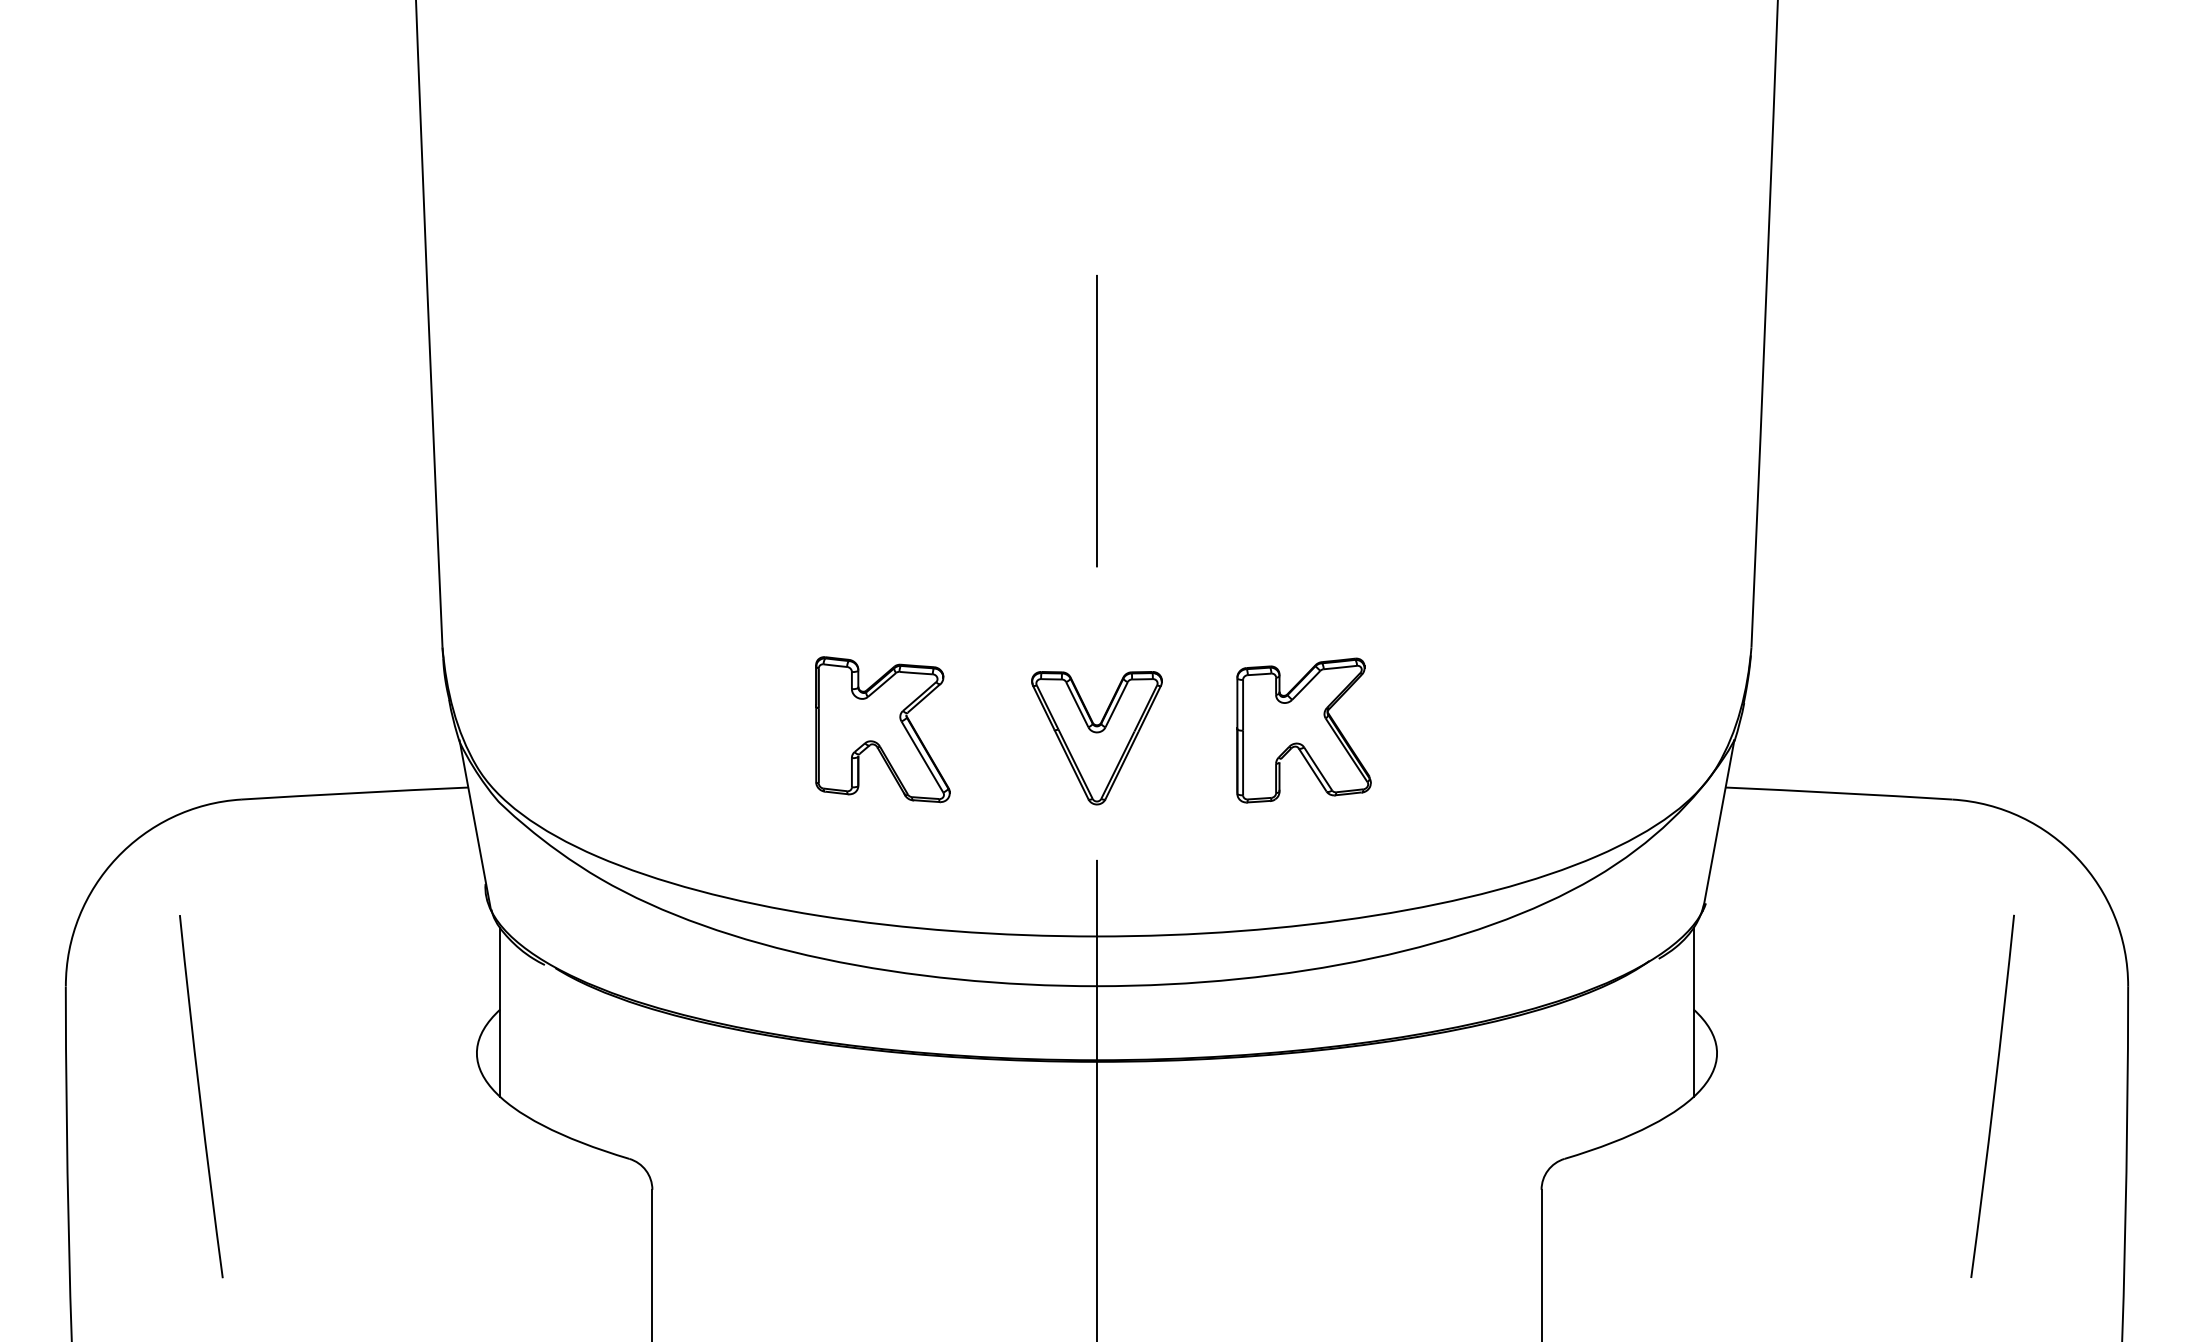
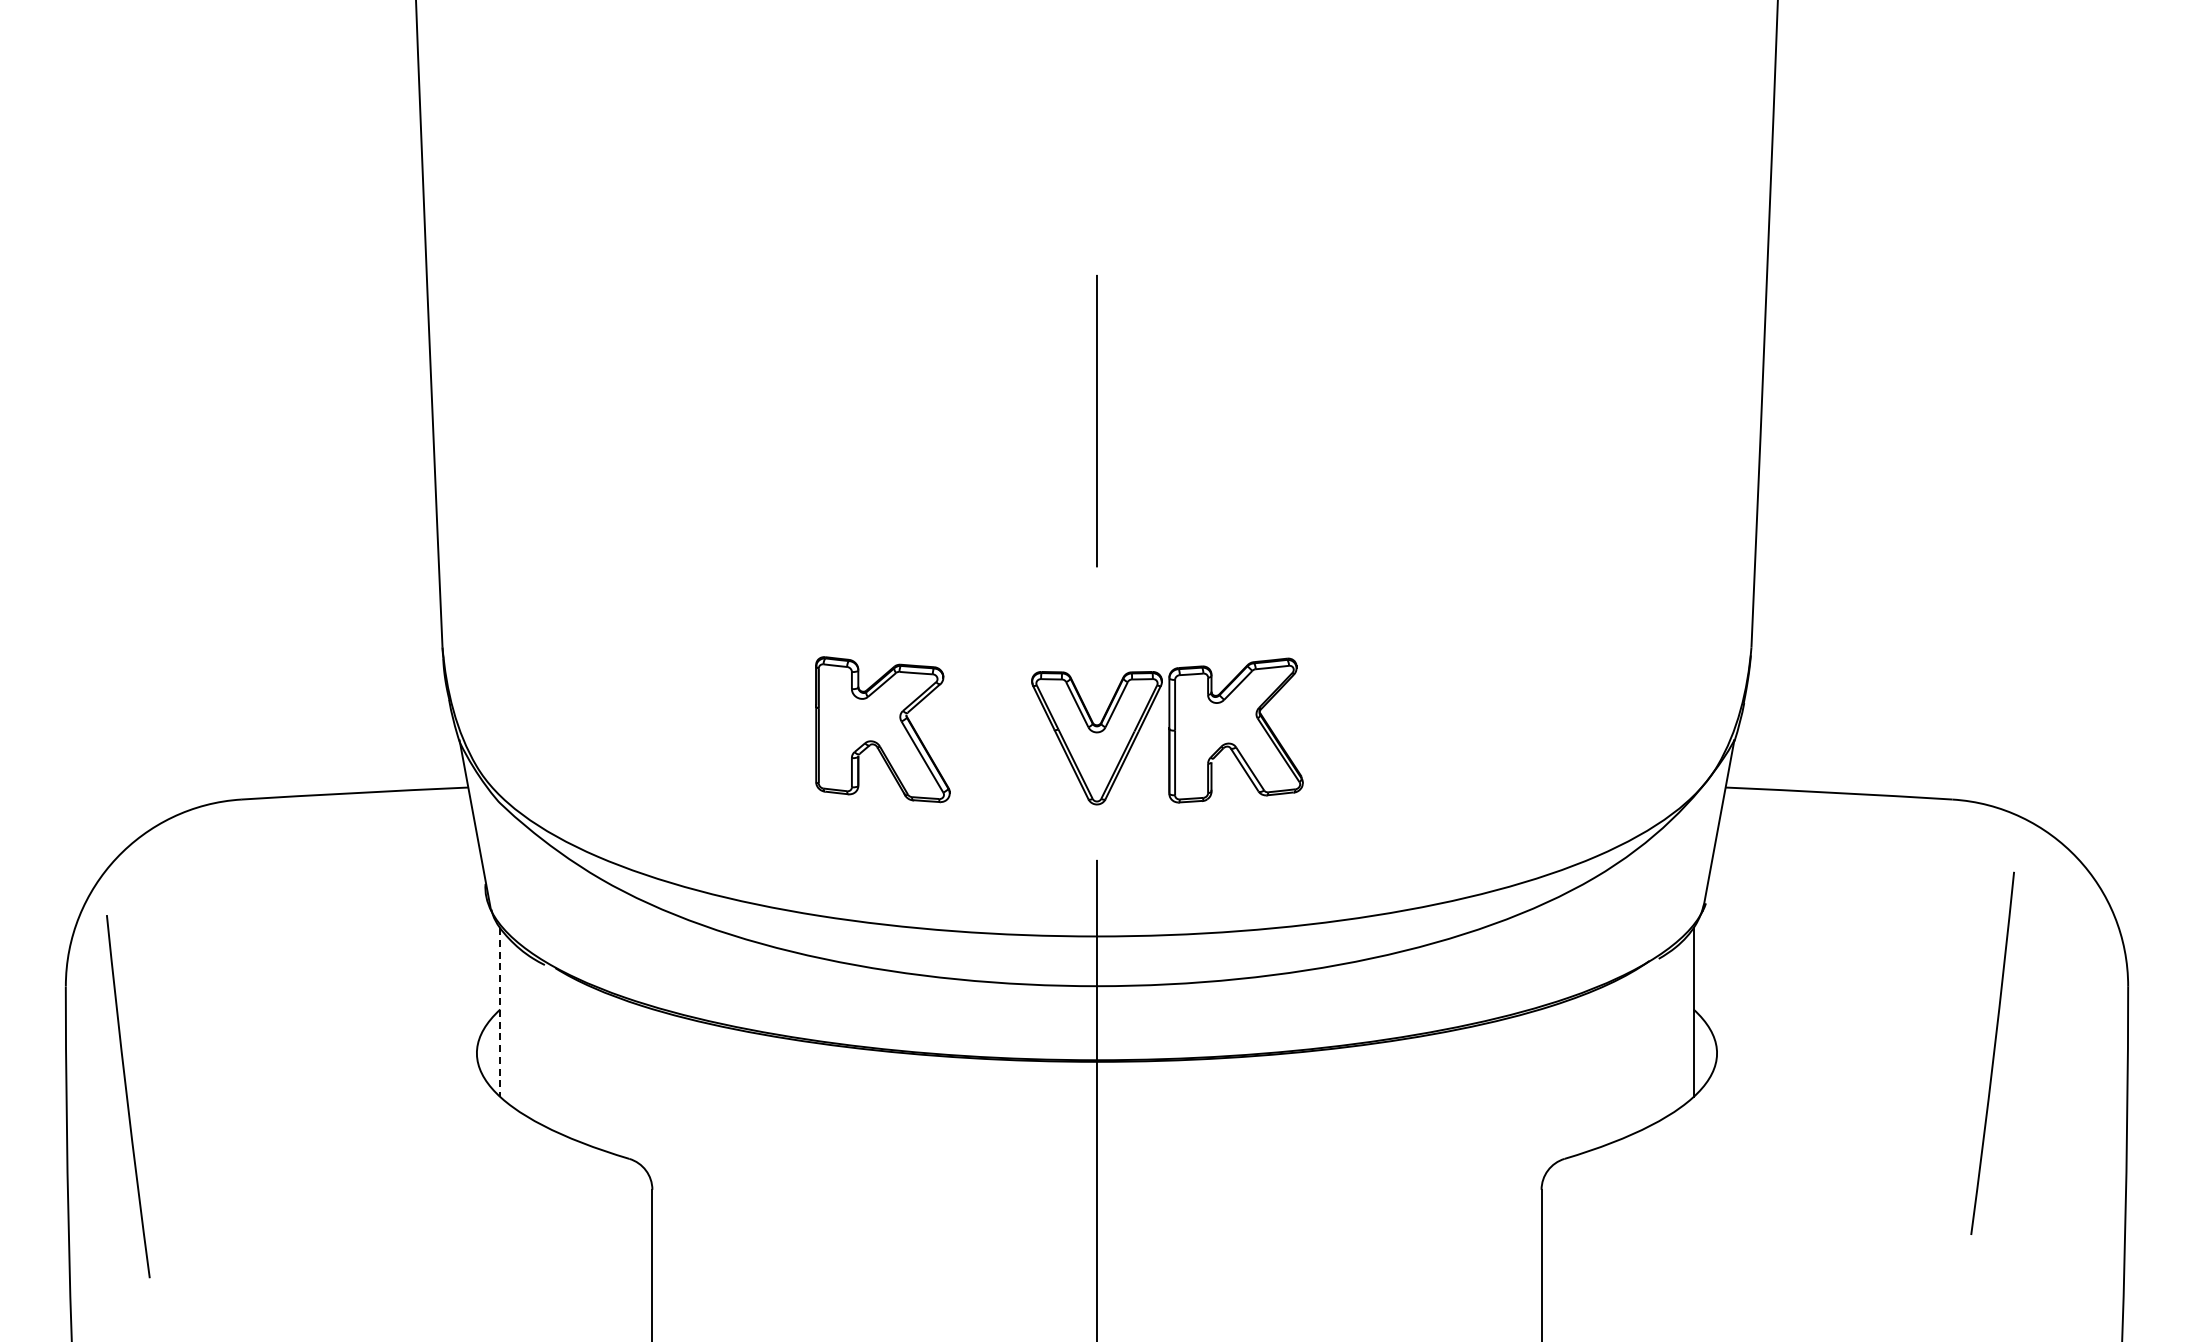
part at (1303, 730) position: (1303, 730) -> (1235, 730)
line at (500, 1013): solid -> dashed
arc at (1993, 1095) position: (1993, 1095) -> (1993, 1052)
arc at (200, 1096) position: (200, 1096) -> (127, 1096)
